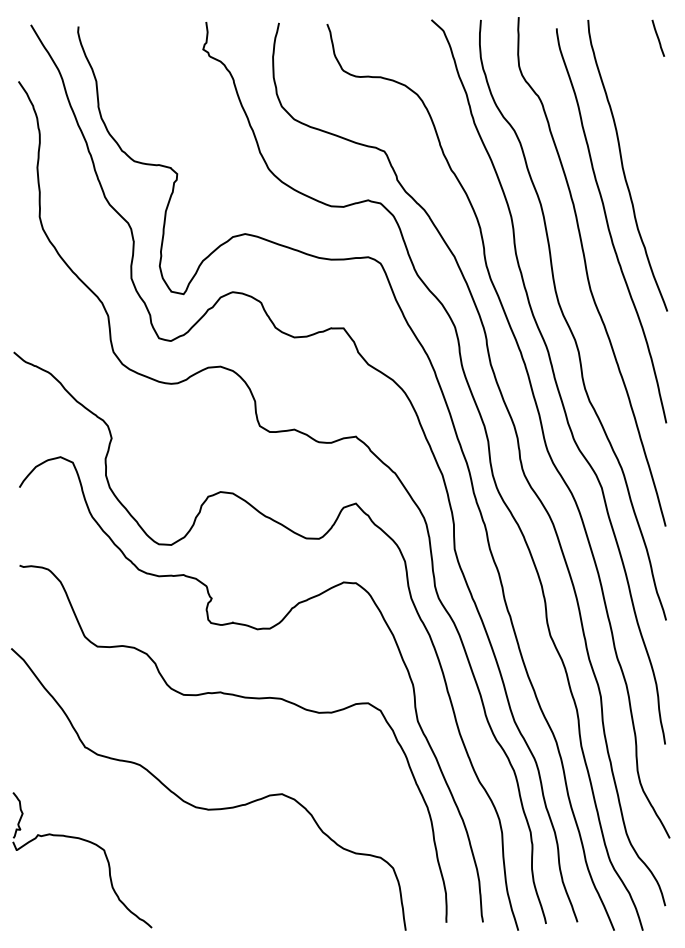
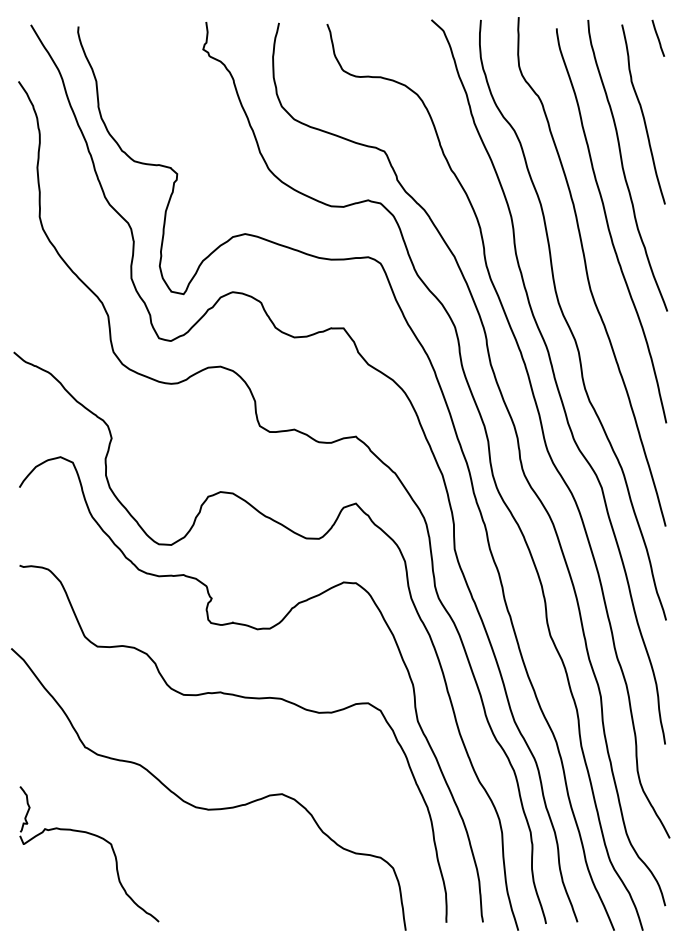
curve at (643, 114): none -> present
part at (90, 843) position: (90, 843) -> (97, 837)
